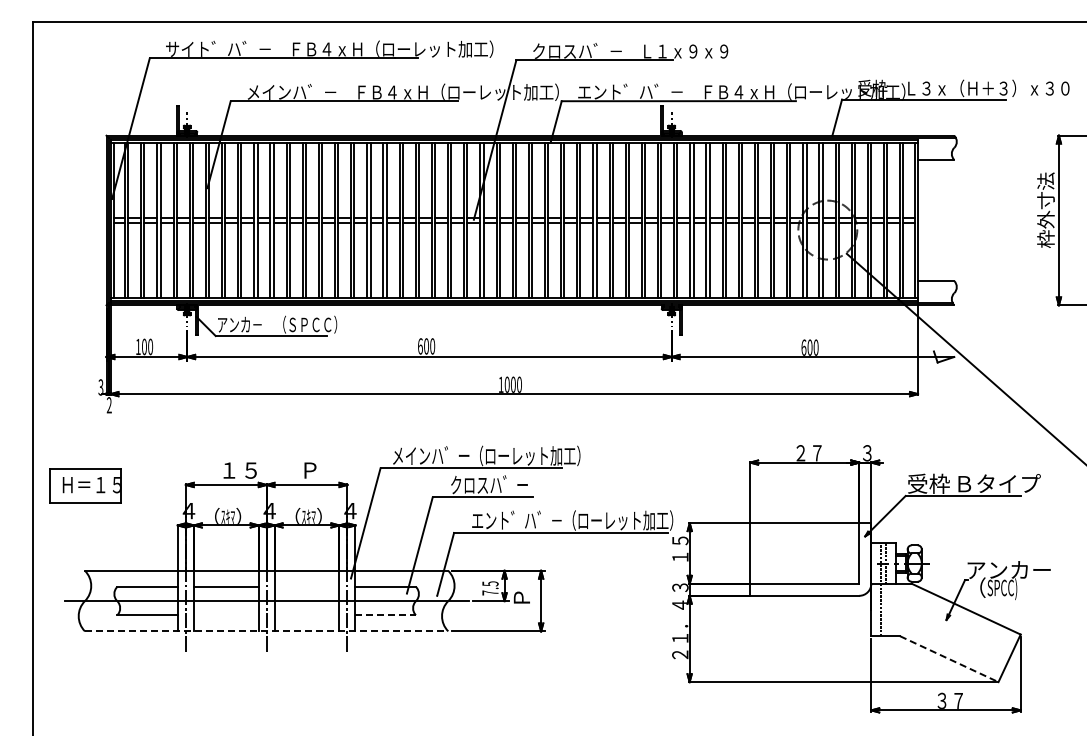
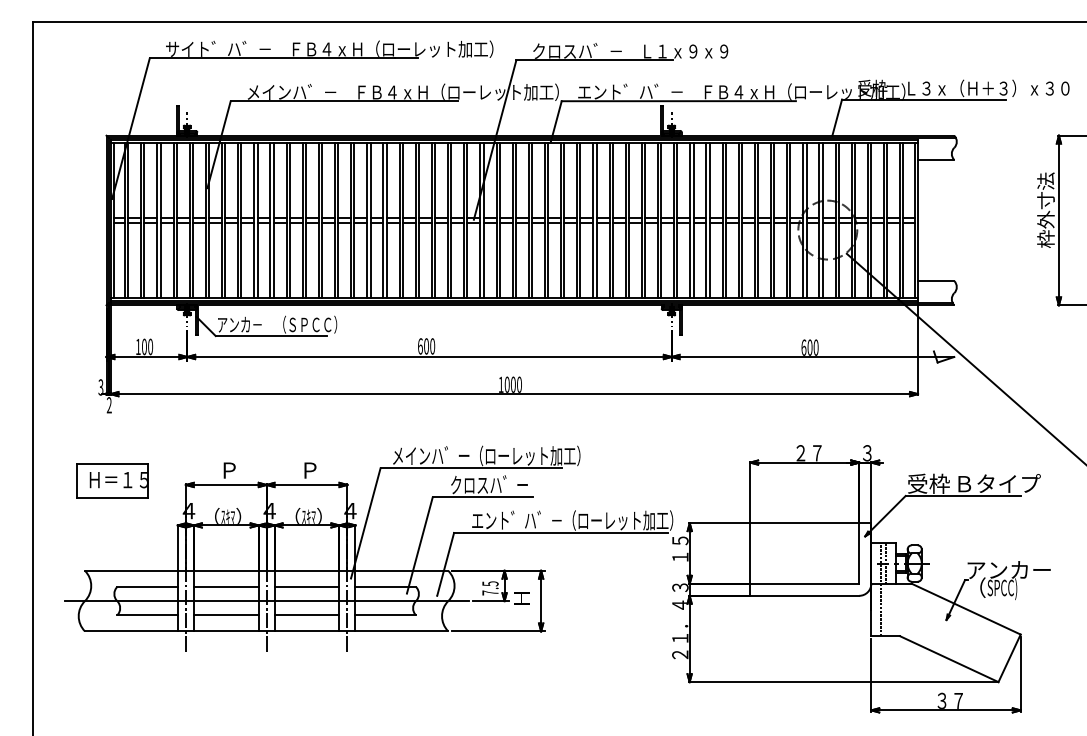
text at (239, 470): １５ -> Ｐ
part at (85, 485) position: (85, 485) -> (112, 480)
line at (306, 586): none -> present
text at (521, 597): Ｐ -> Ｈ
line at (225, 615): none -> present
line at (306, 615): none -> present
line at (386, 615): dashed -> solid
line at (266, 631): dashed -> solid
line at (949, 659): dashed -> solid
